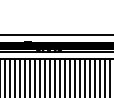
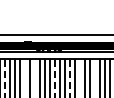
line at (25, 76): present -> none
line at (35, 76): present -> none
line at (80, 76): present -> none
line at (95, 76): present -> none
line at (5, 78): solid -> dashed
line at (55, 78): solid -> dashed
line at (70, 78): solid -> dashed
